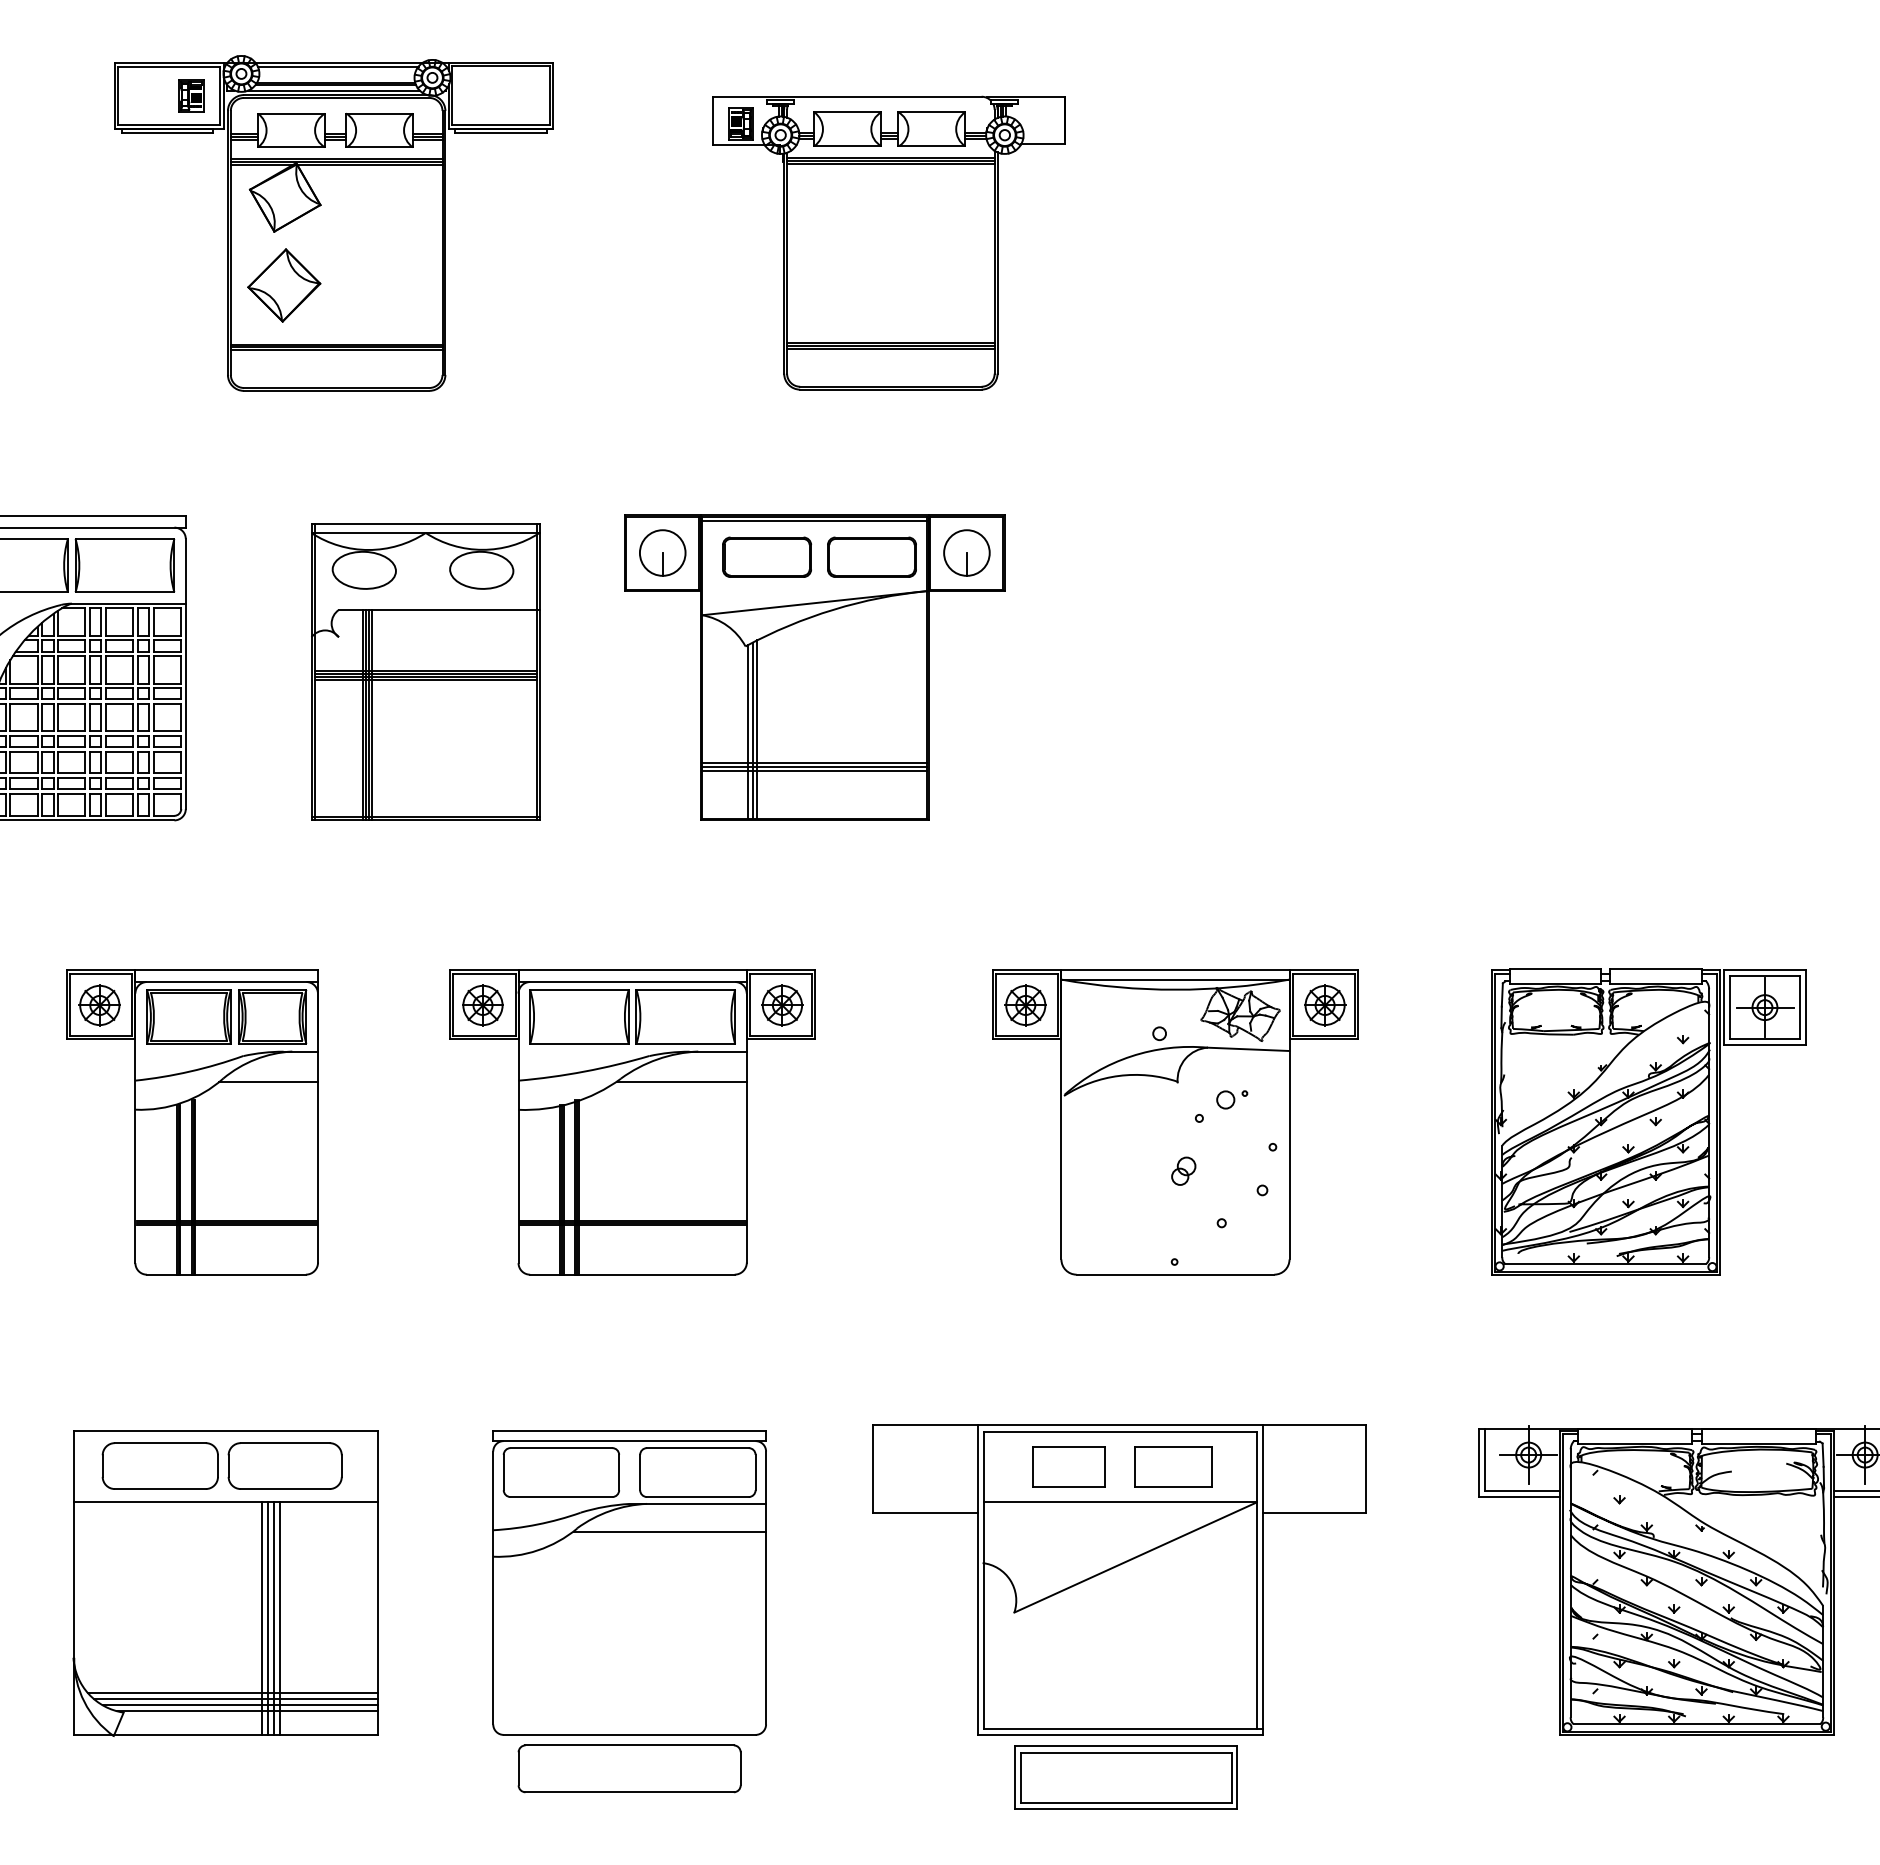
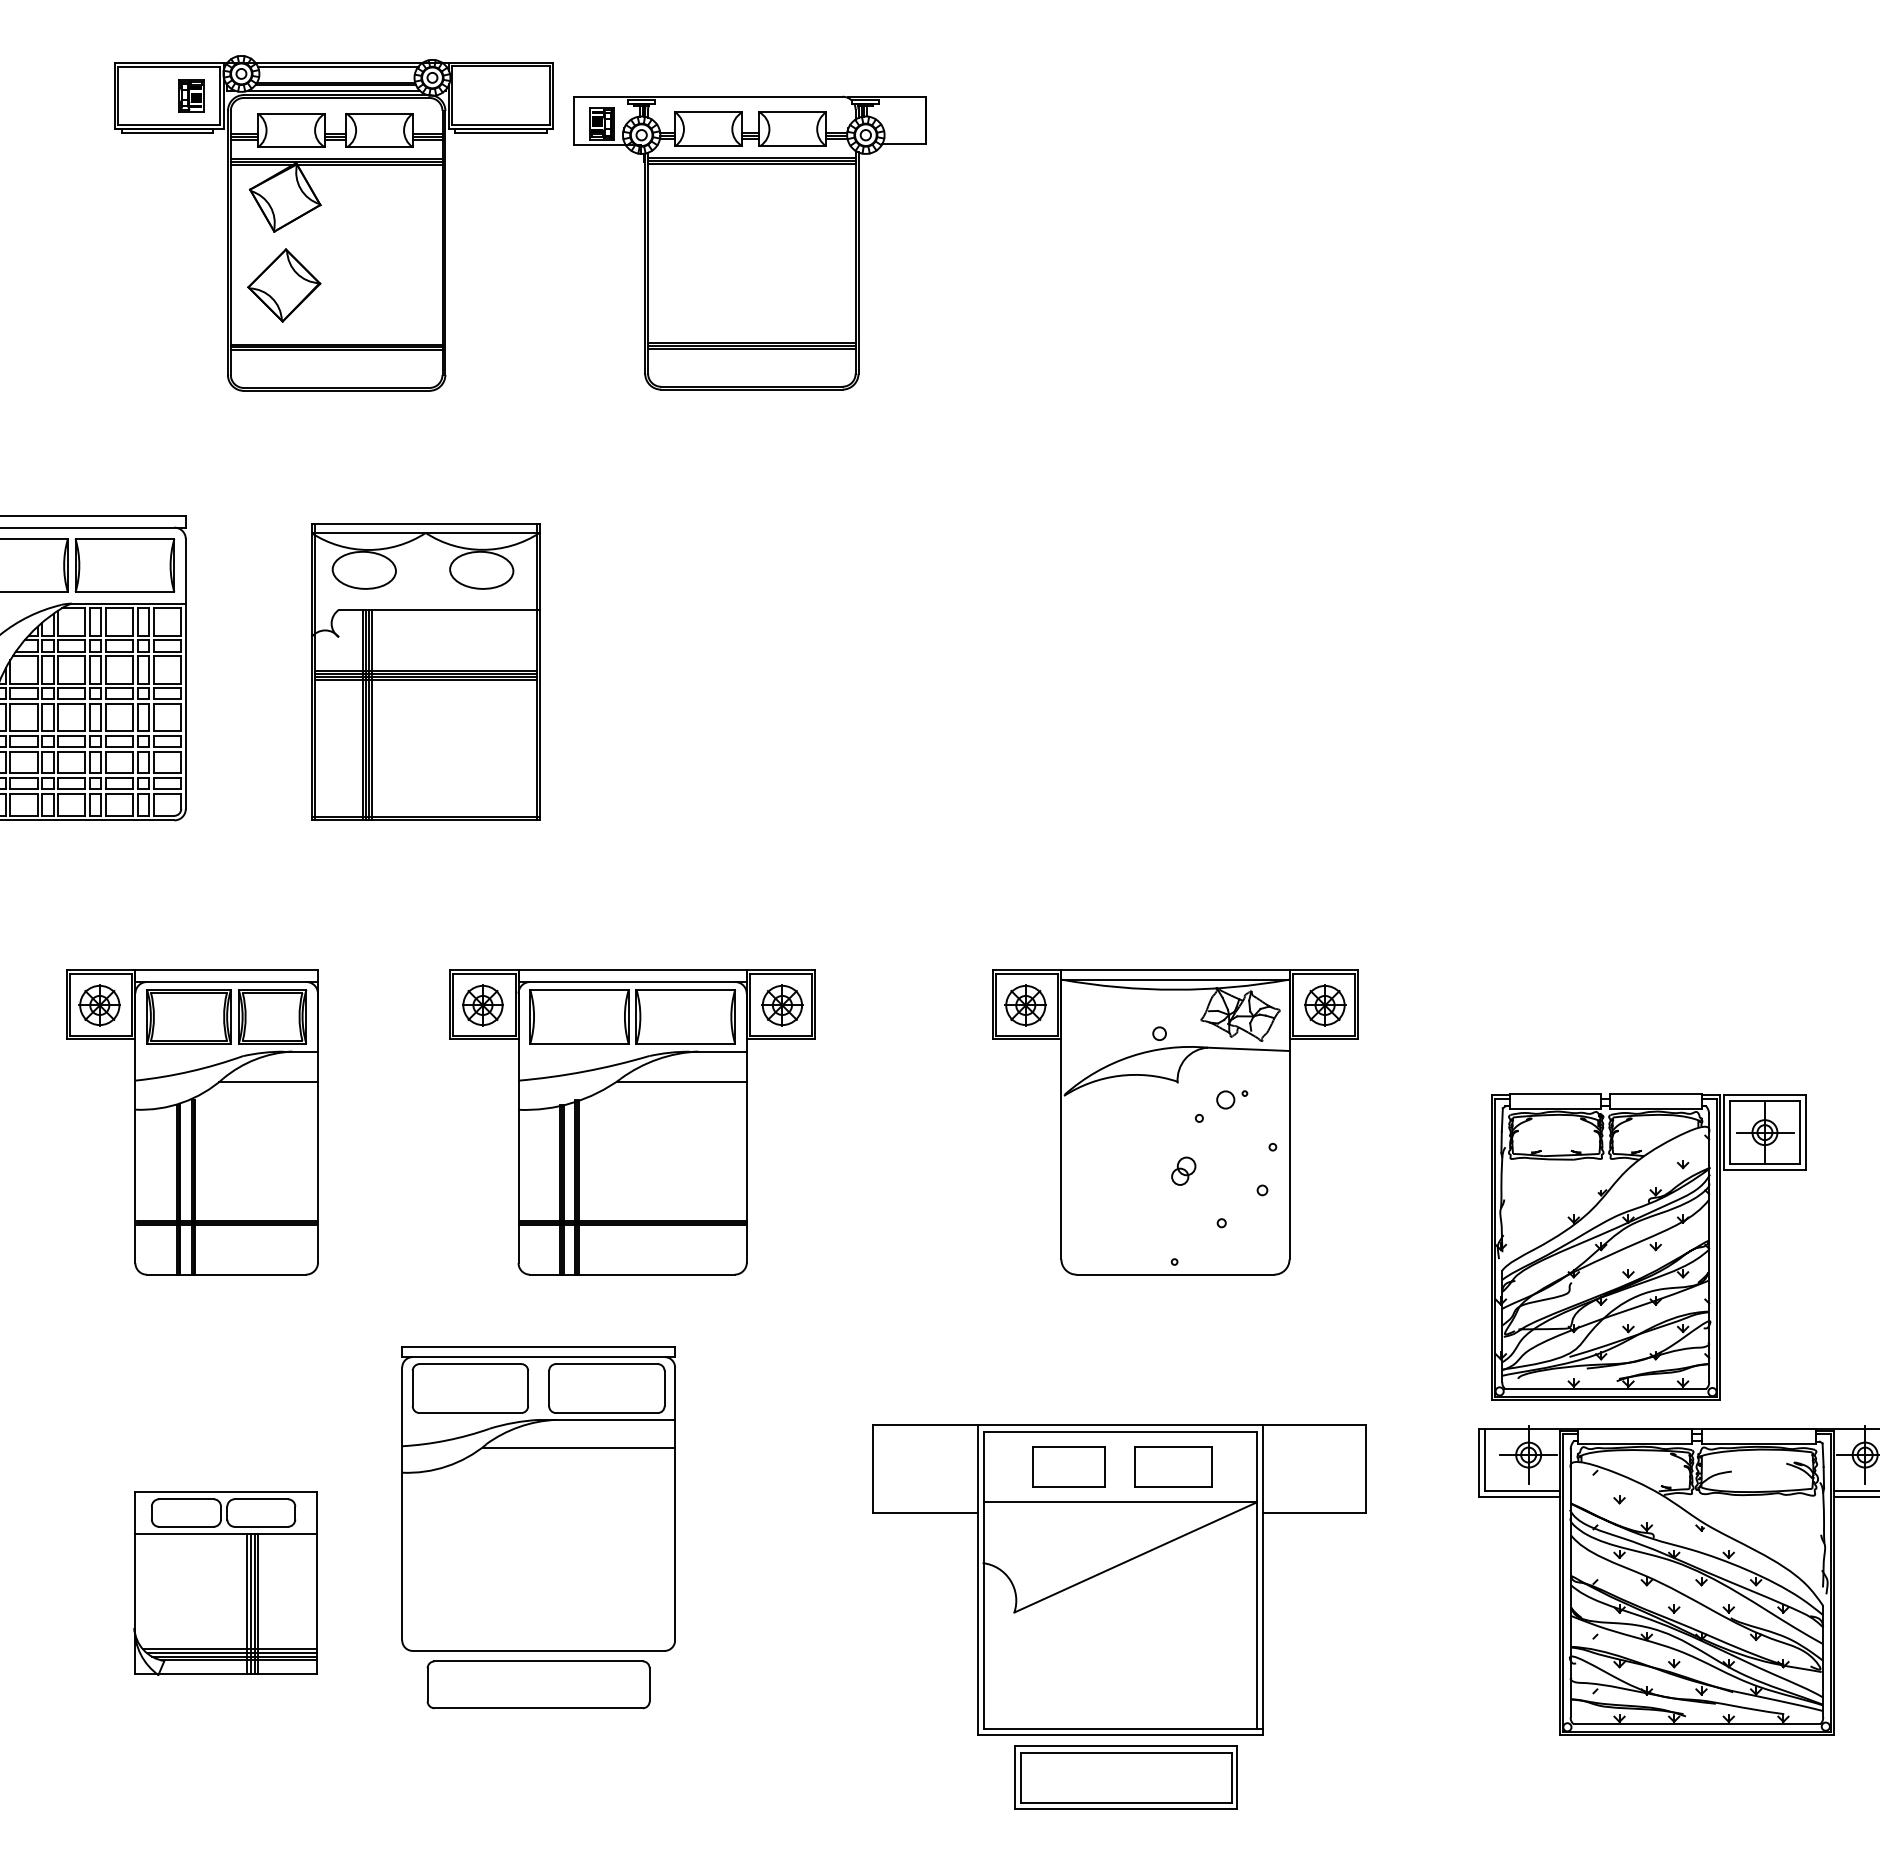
part at (888, 242) position: (888, 242) -> (749, 242)
part at (814, 667): present -> none
part at (1648, 1121) position: (1648, 1121) -> (1648, 1246)
part at (225, 1583) size: 307x307 px -> 185x185 px
part at (629, 1611) position: (629, 1611) -> (538, 1527)
